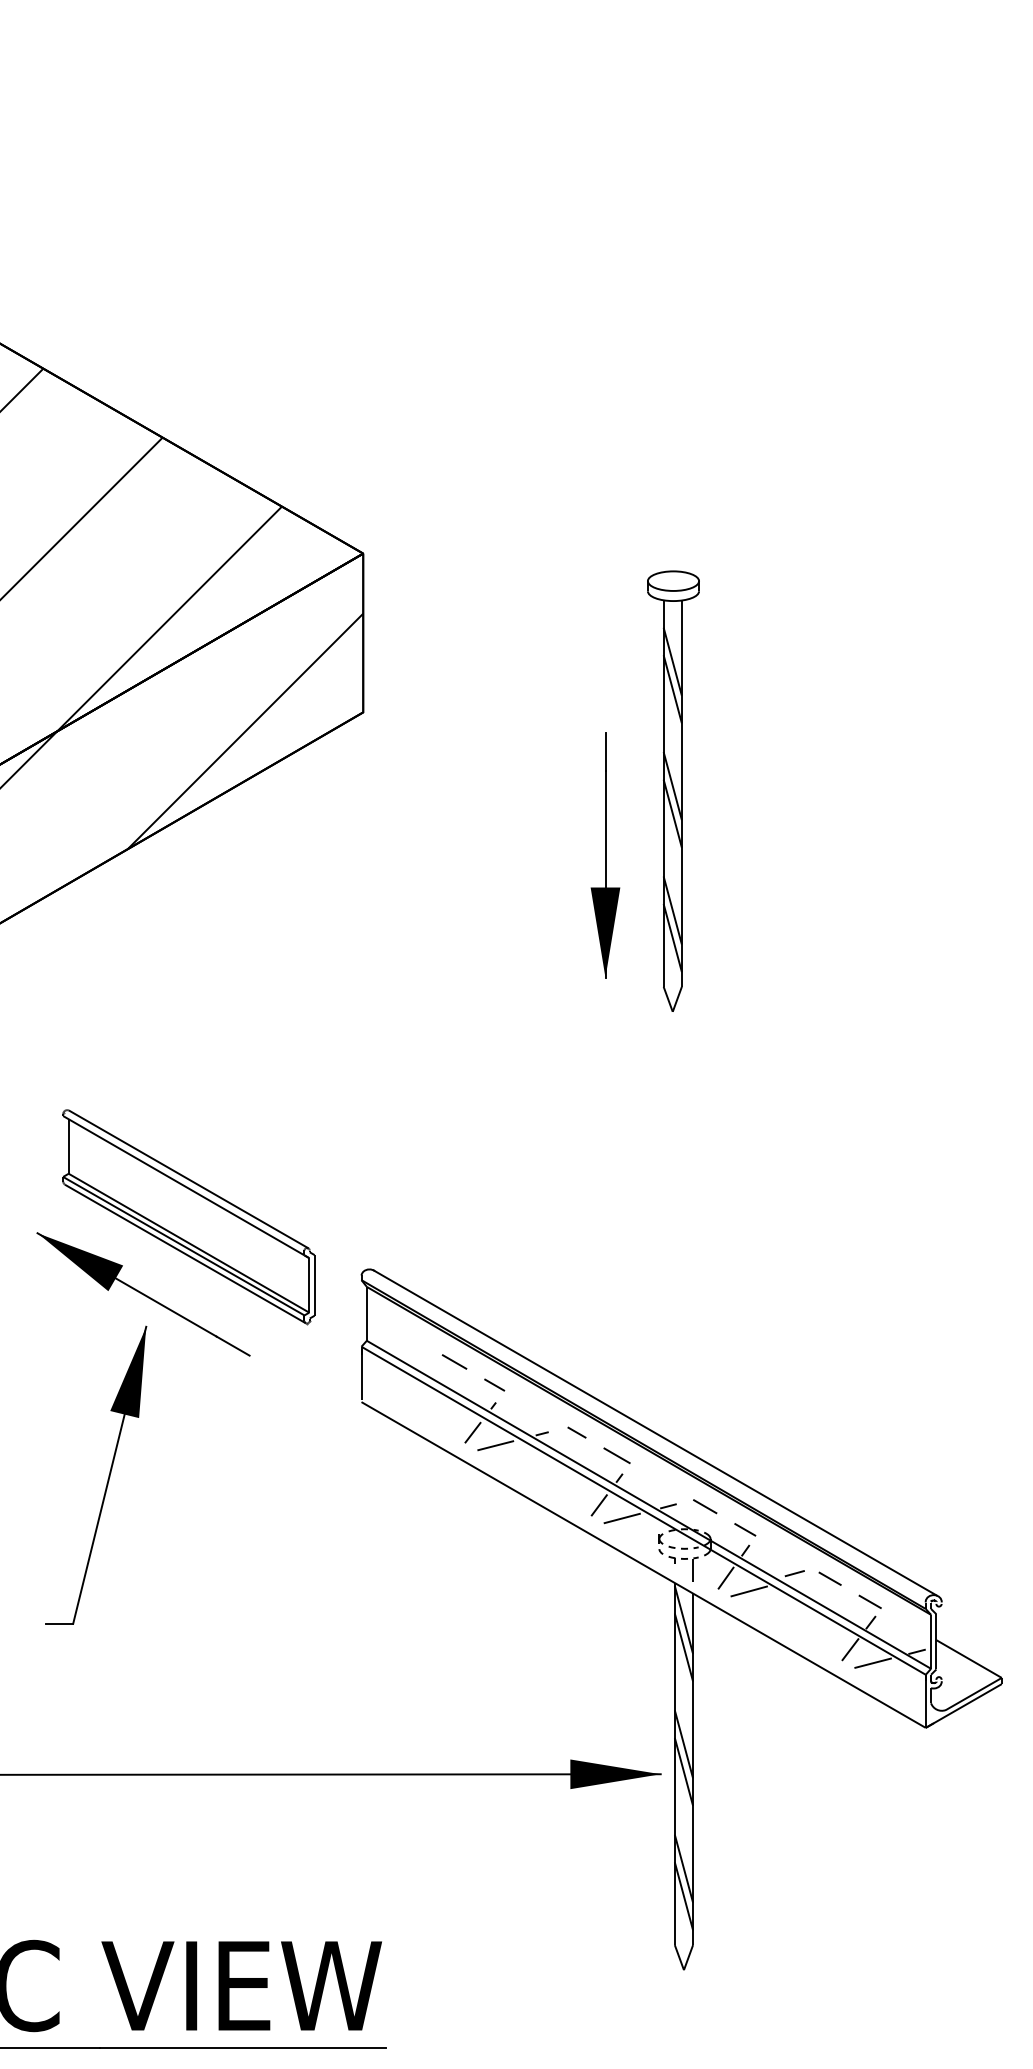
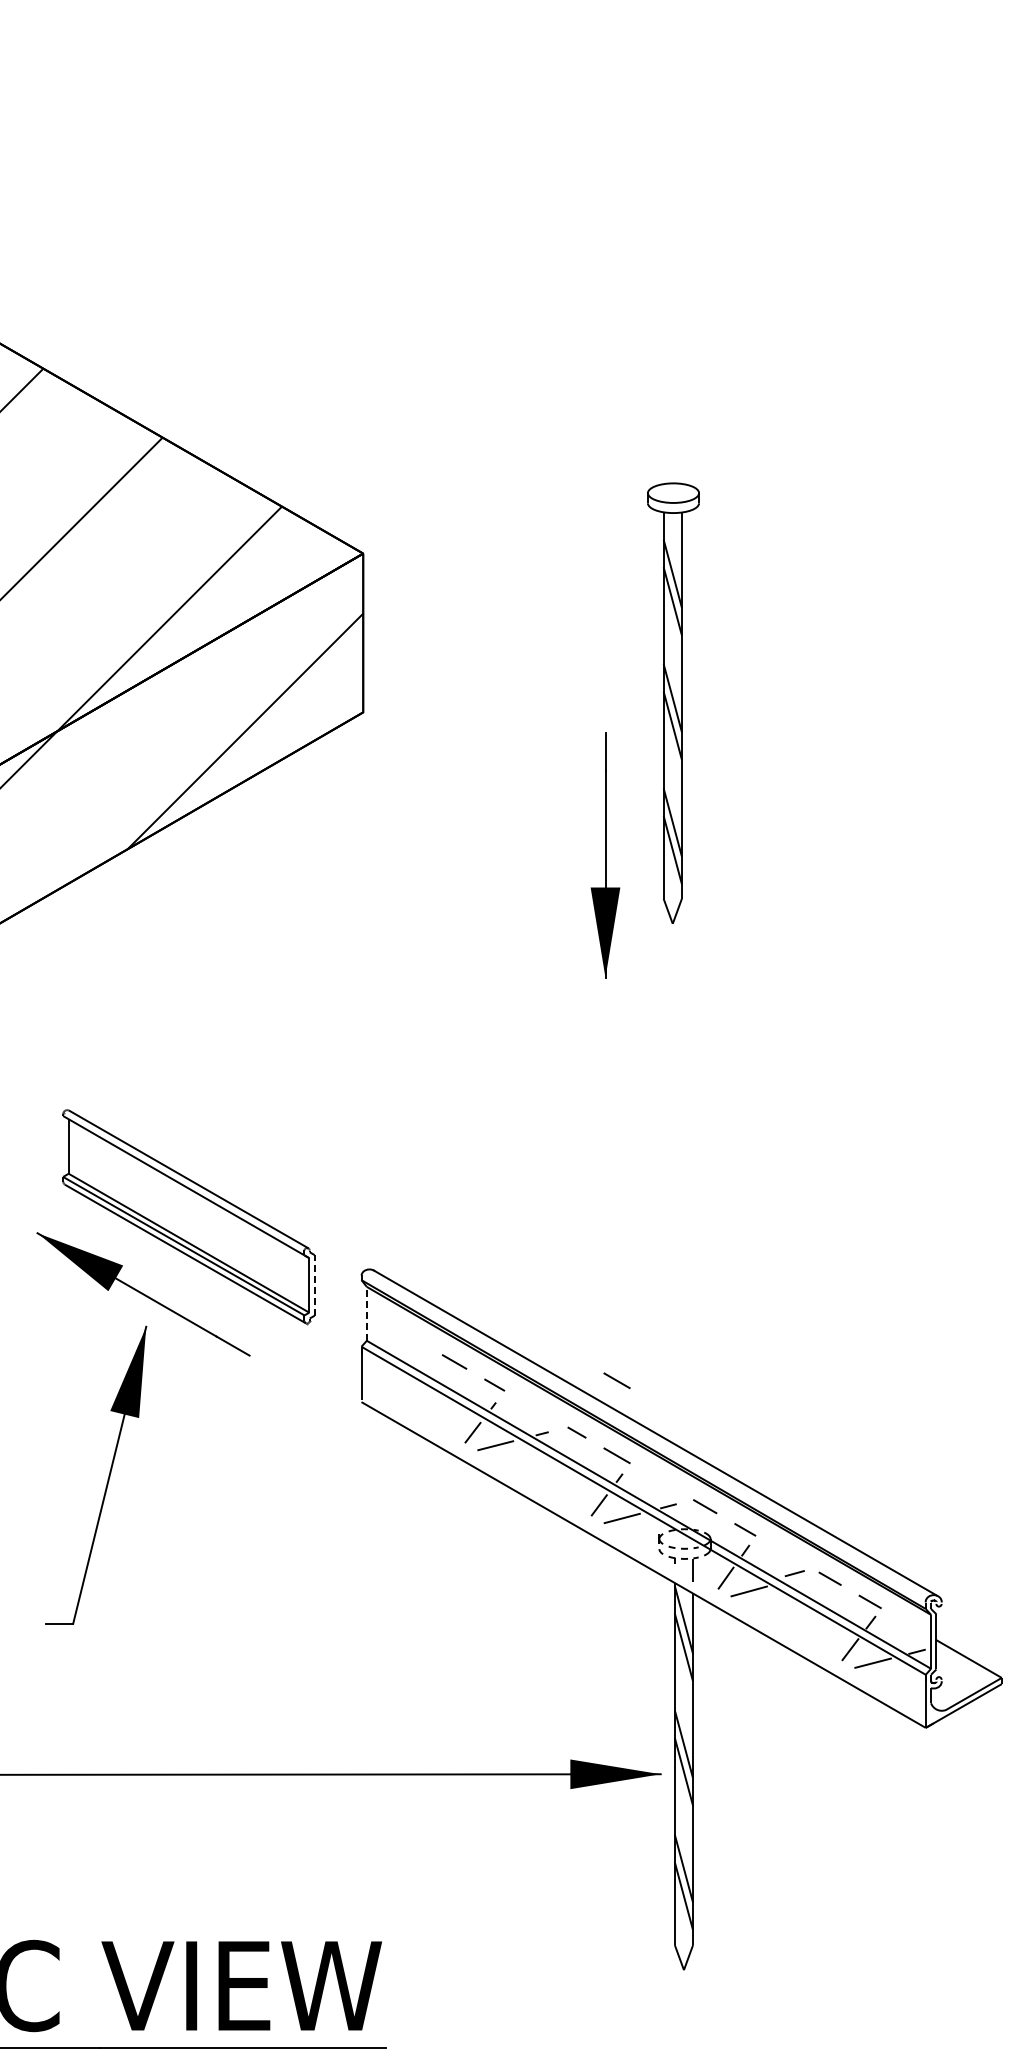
part at (673, 790) position: (673, 790) -> (673, 702)
line at (314, 1284): solid -> dashed
line at (366, 1313): solid -> dashed
line at (616, 1380): none -> present
